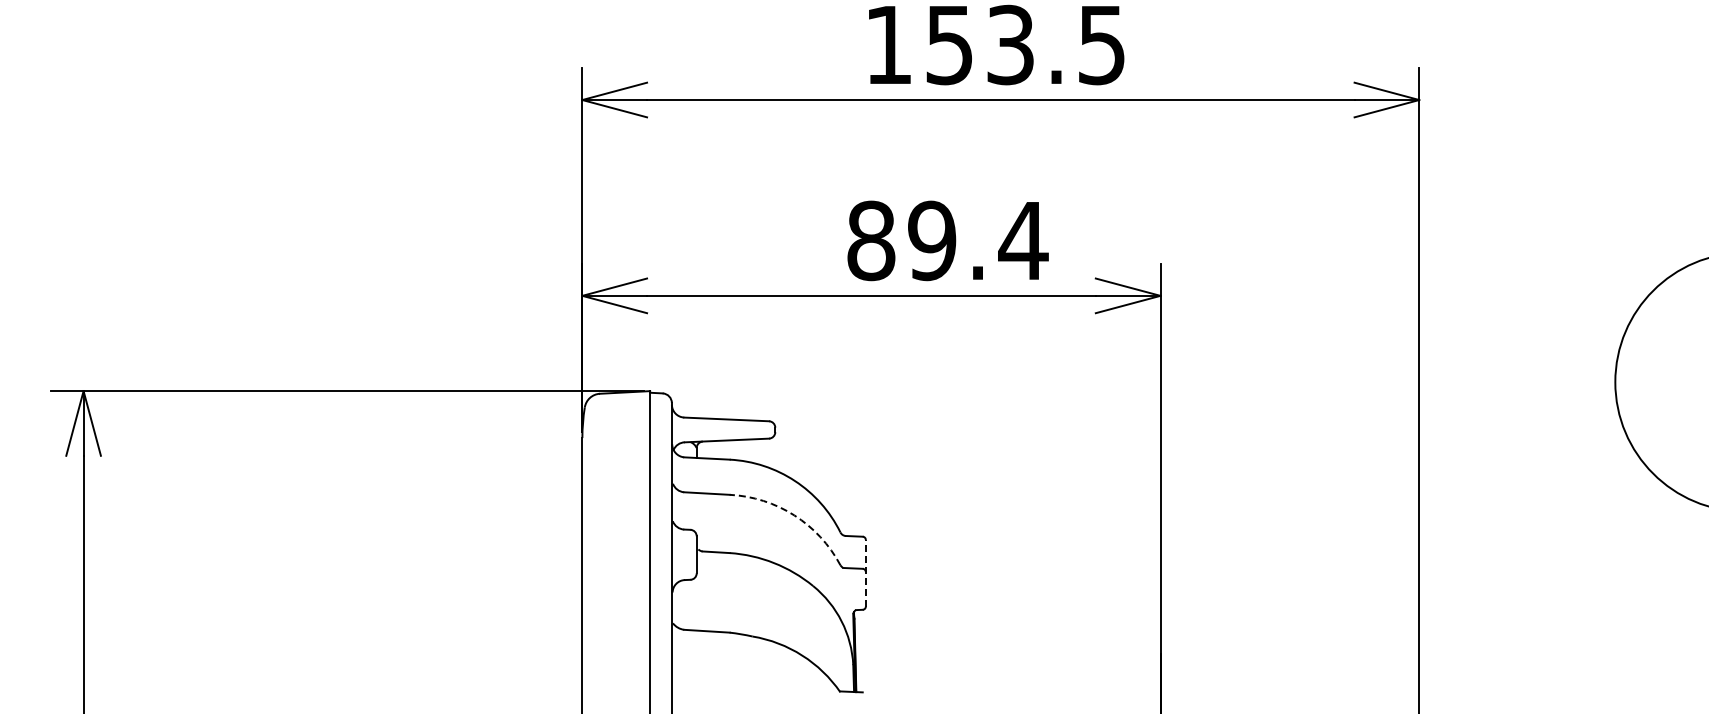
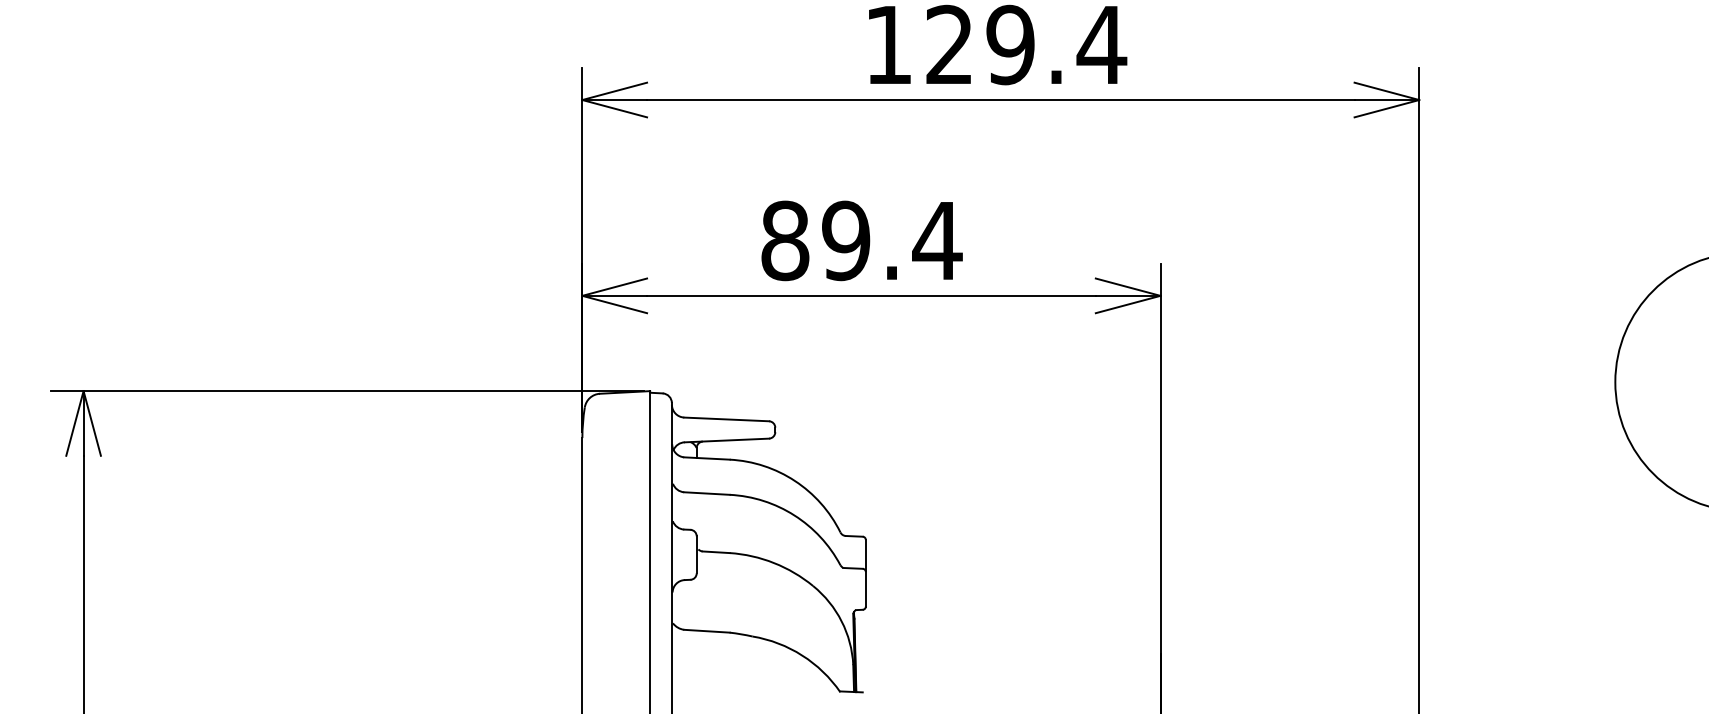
text at (1026, 44): 153.5 -> 129.4
text at (947, 240) position: (947, 240) -> (861, 240)
arc at (794, 515): dashed -> solid
line at (865, 572): dashed -> solid
